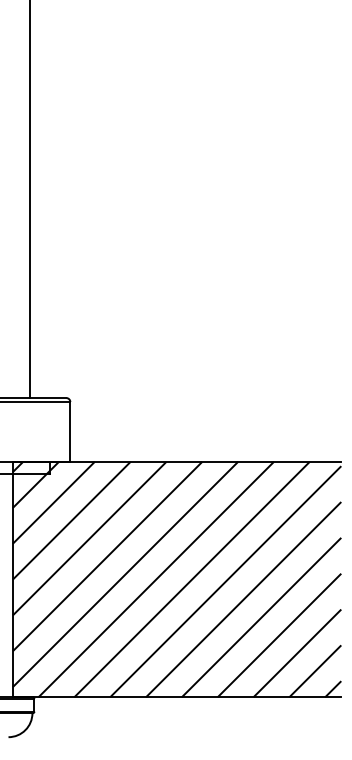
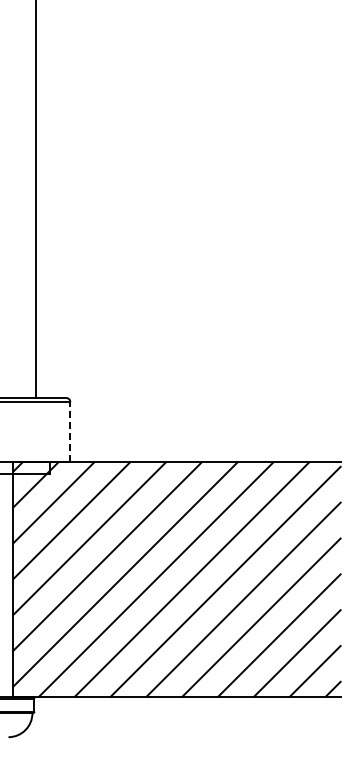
line at (30, 200) position: (30, 200) -> (36, 200)
line at (70, 431): solid -> dashed
